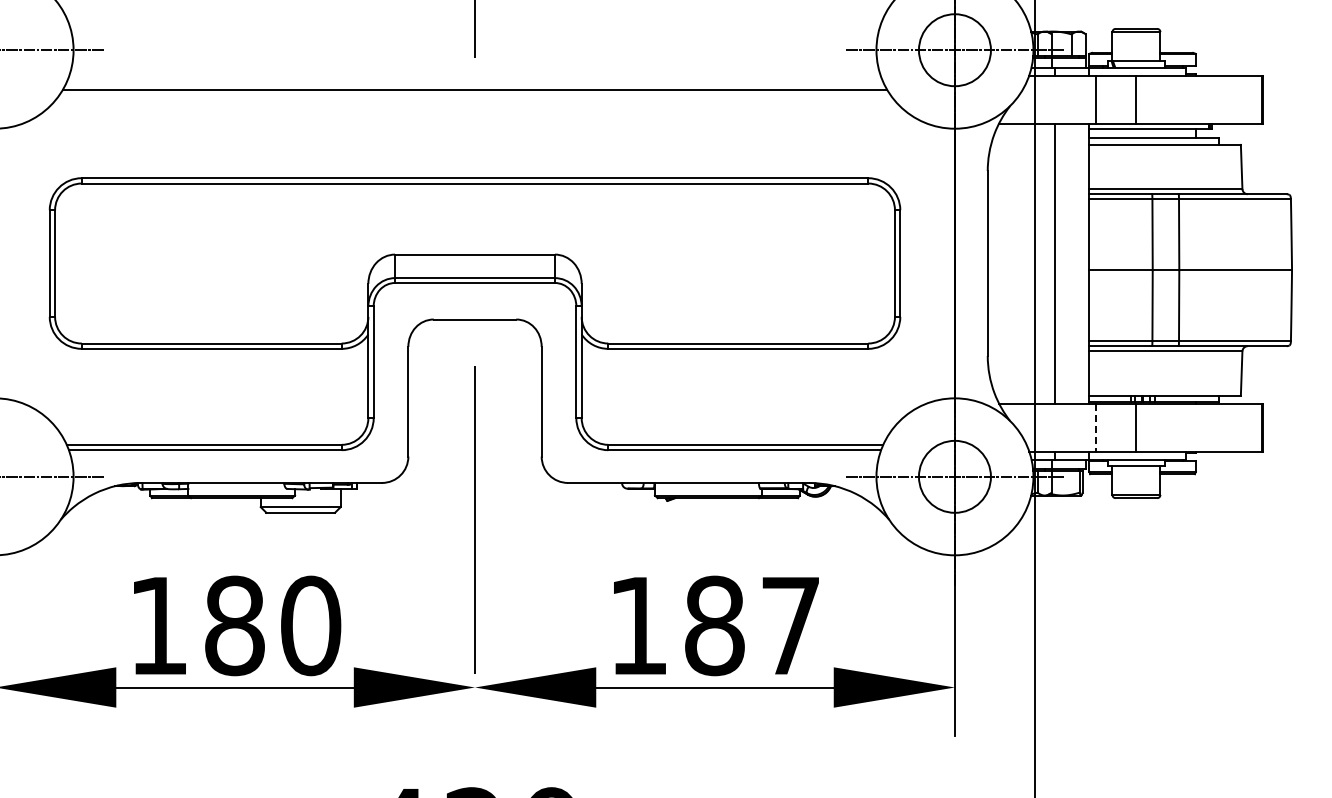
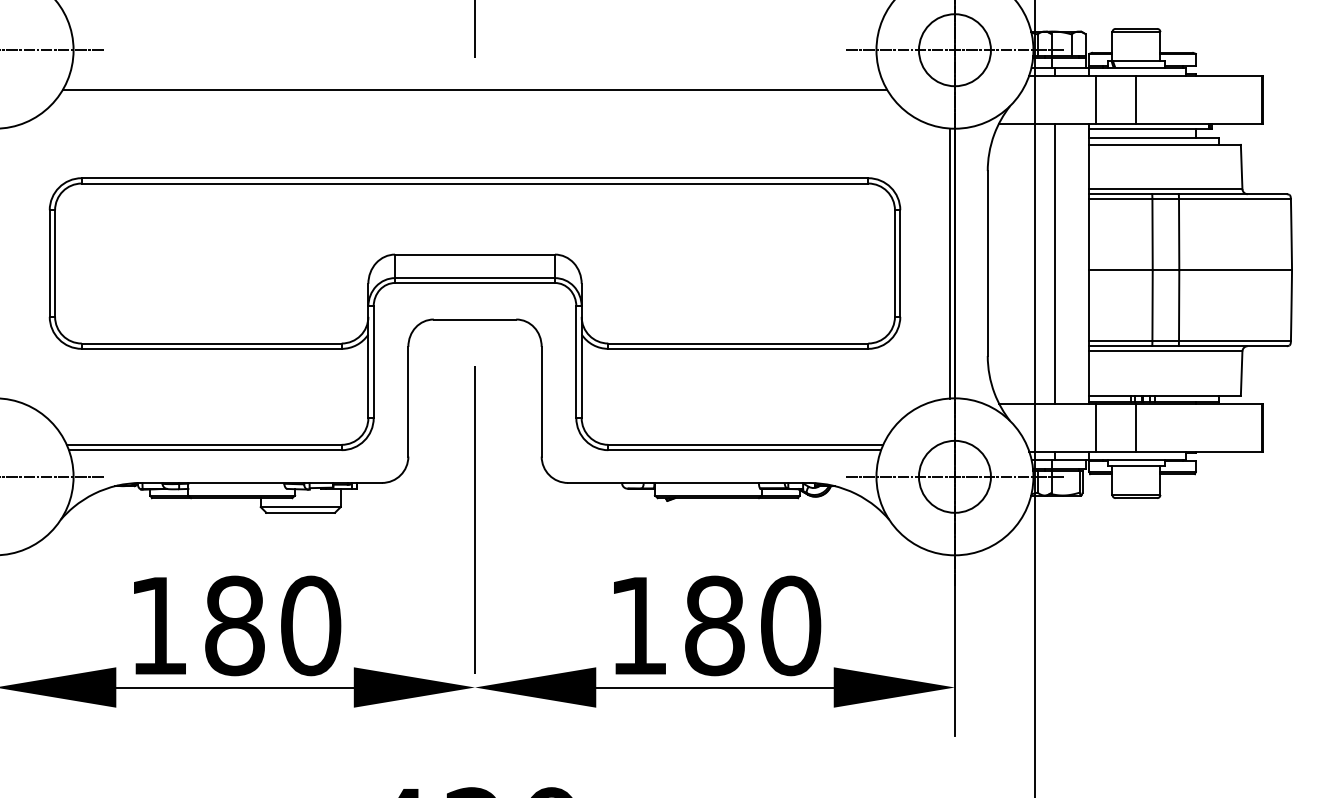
line at (949, 263): none -> present
line at (1096, 427): dashed -> solid
text at (791, 625): 187 -> 180
